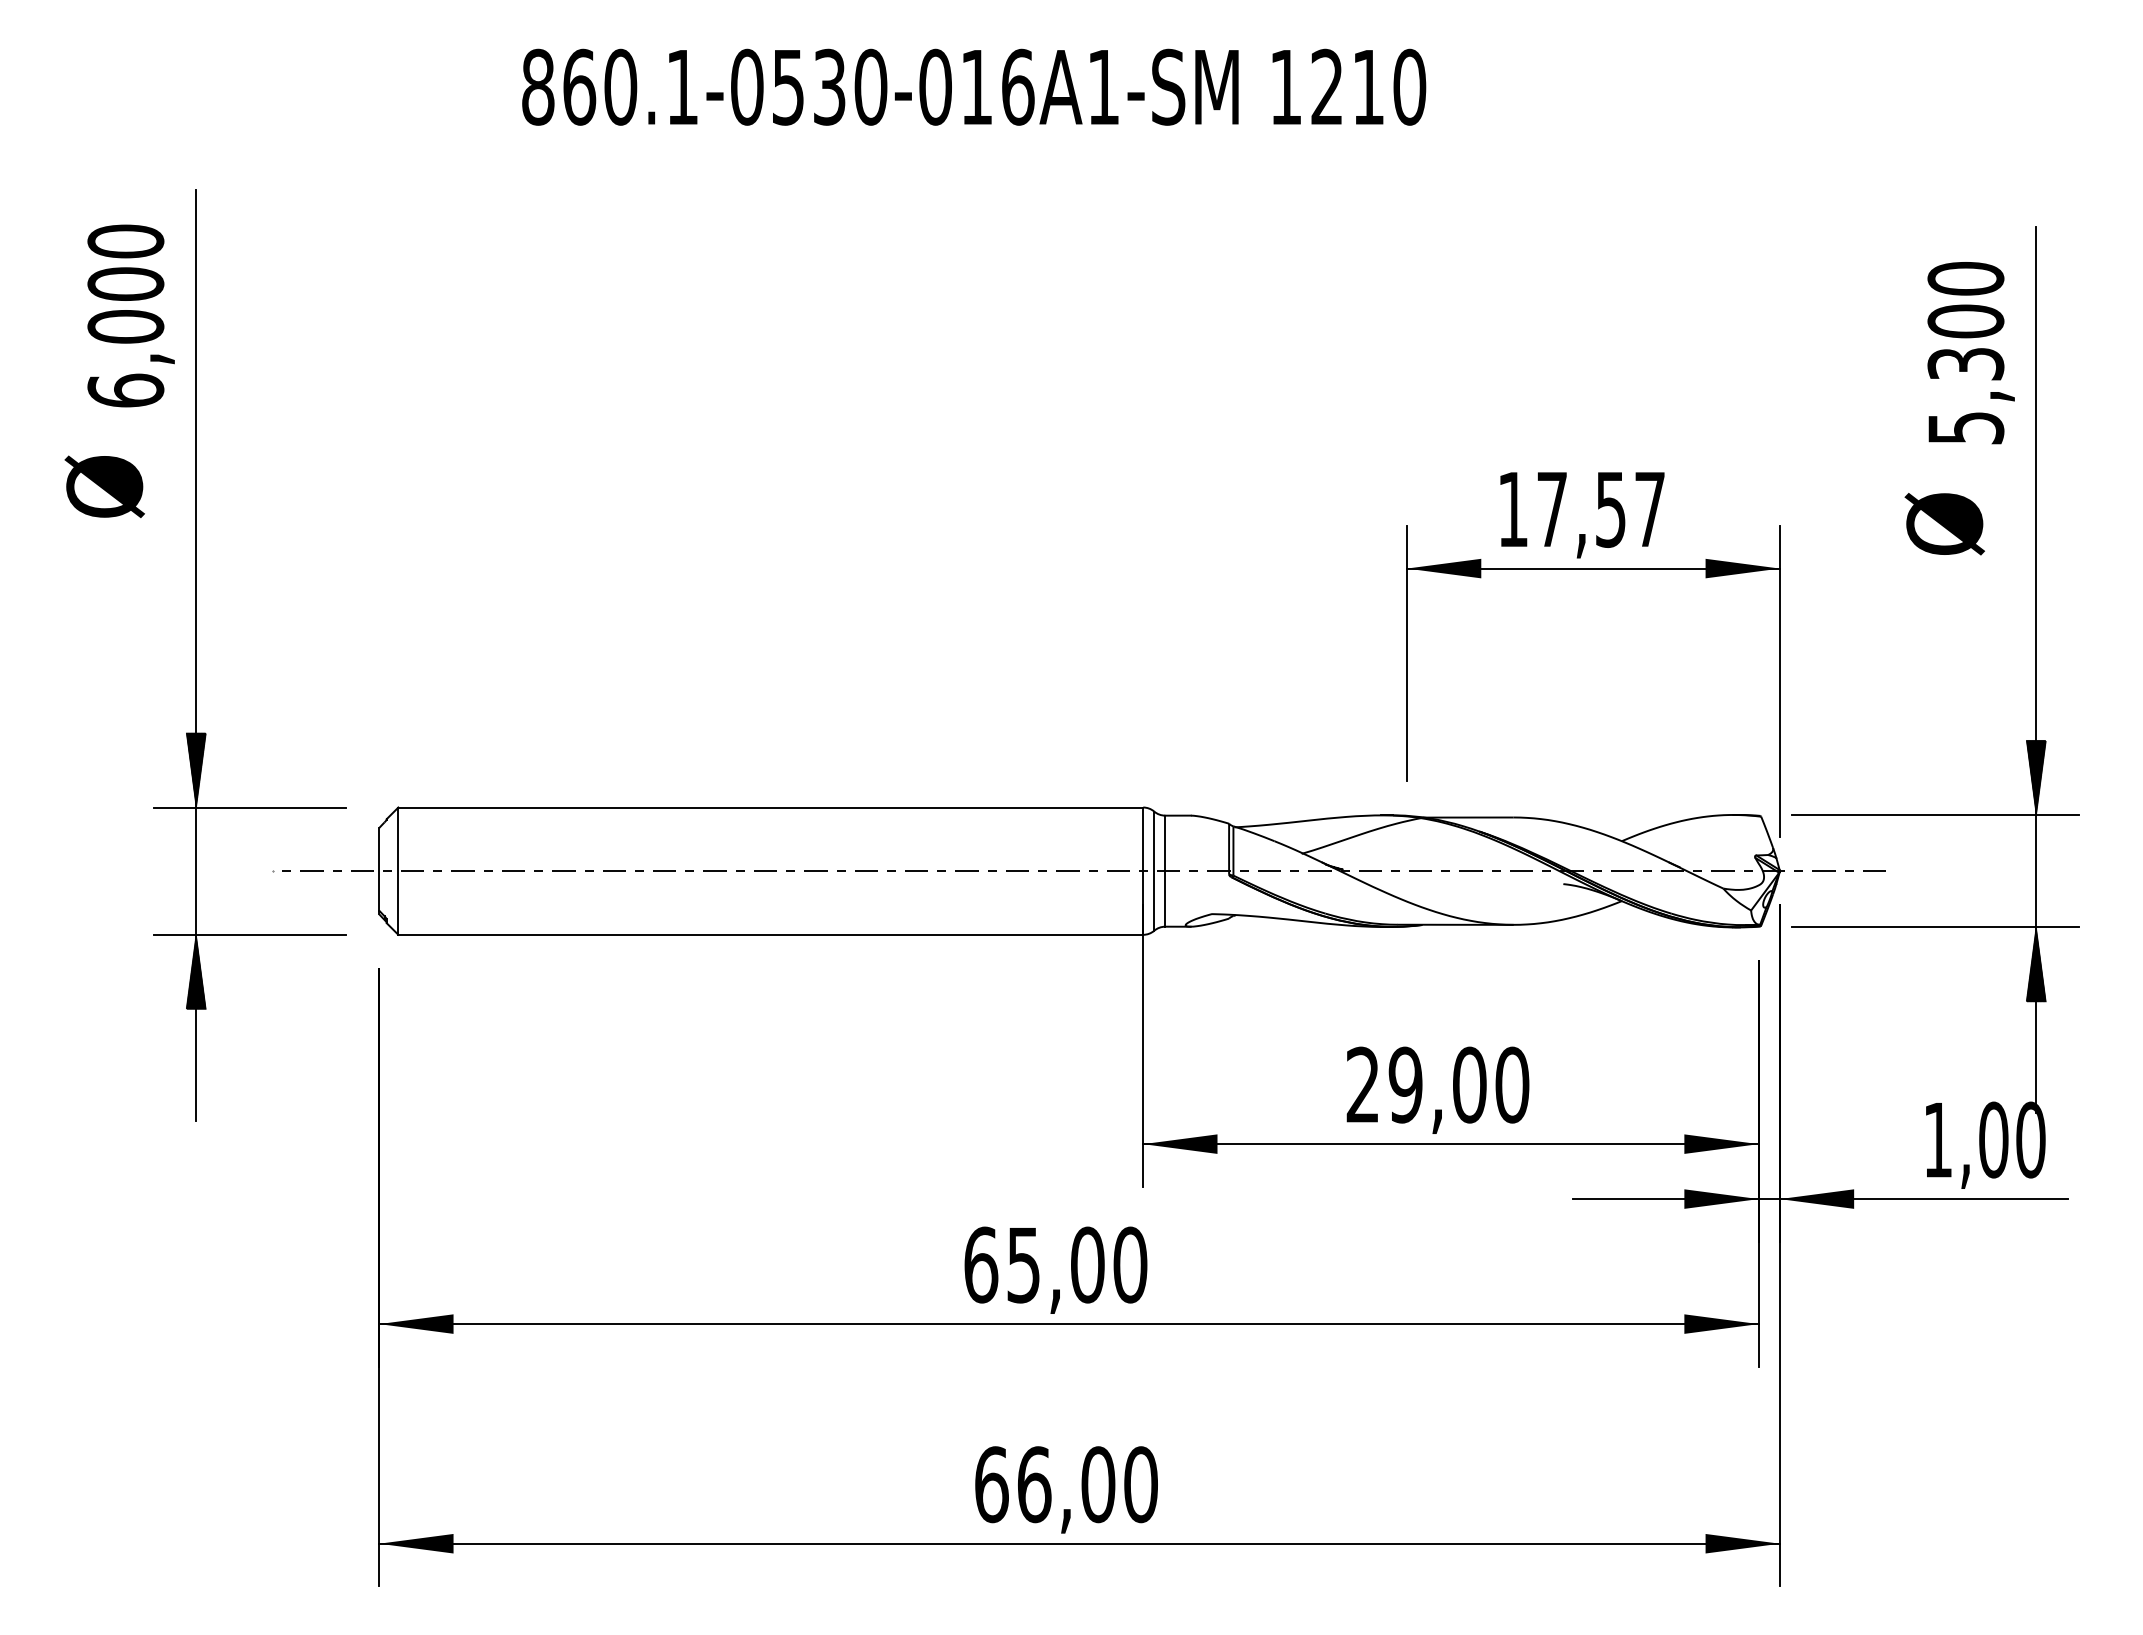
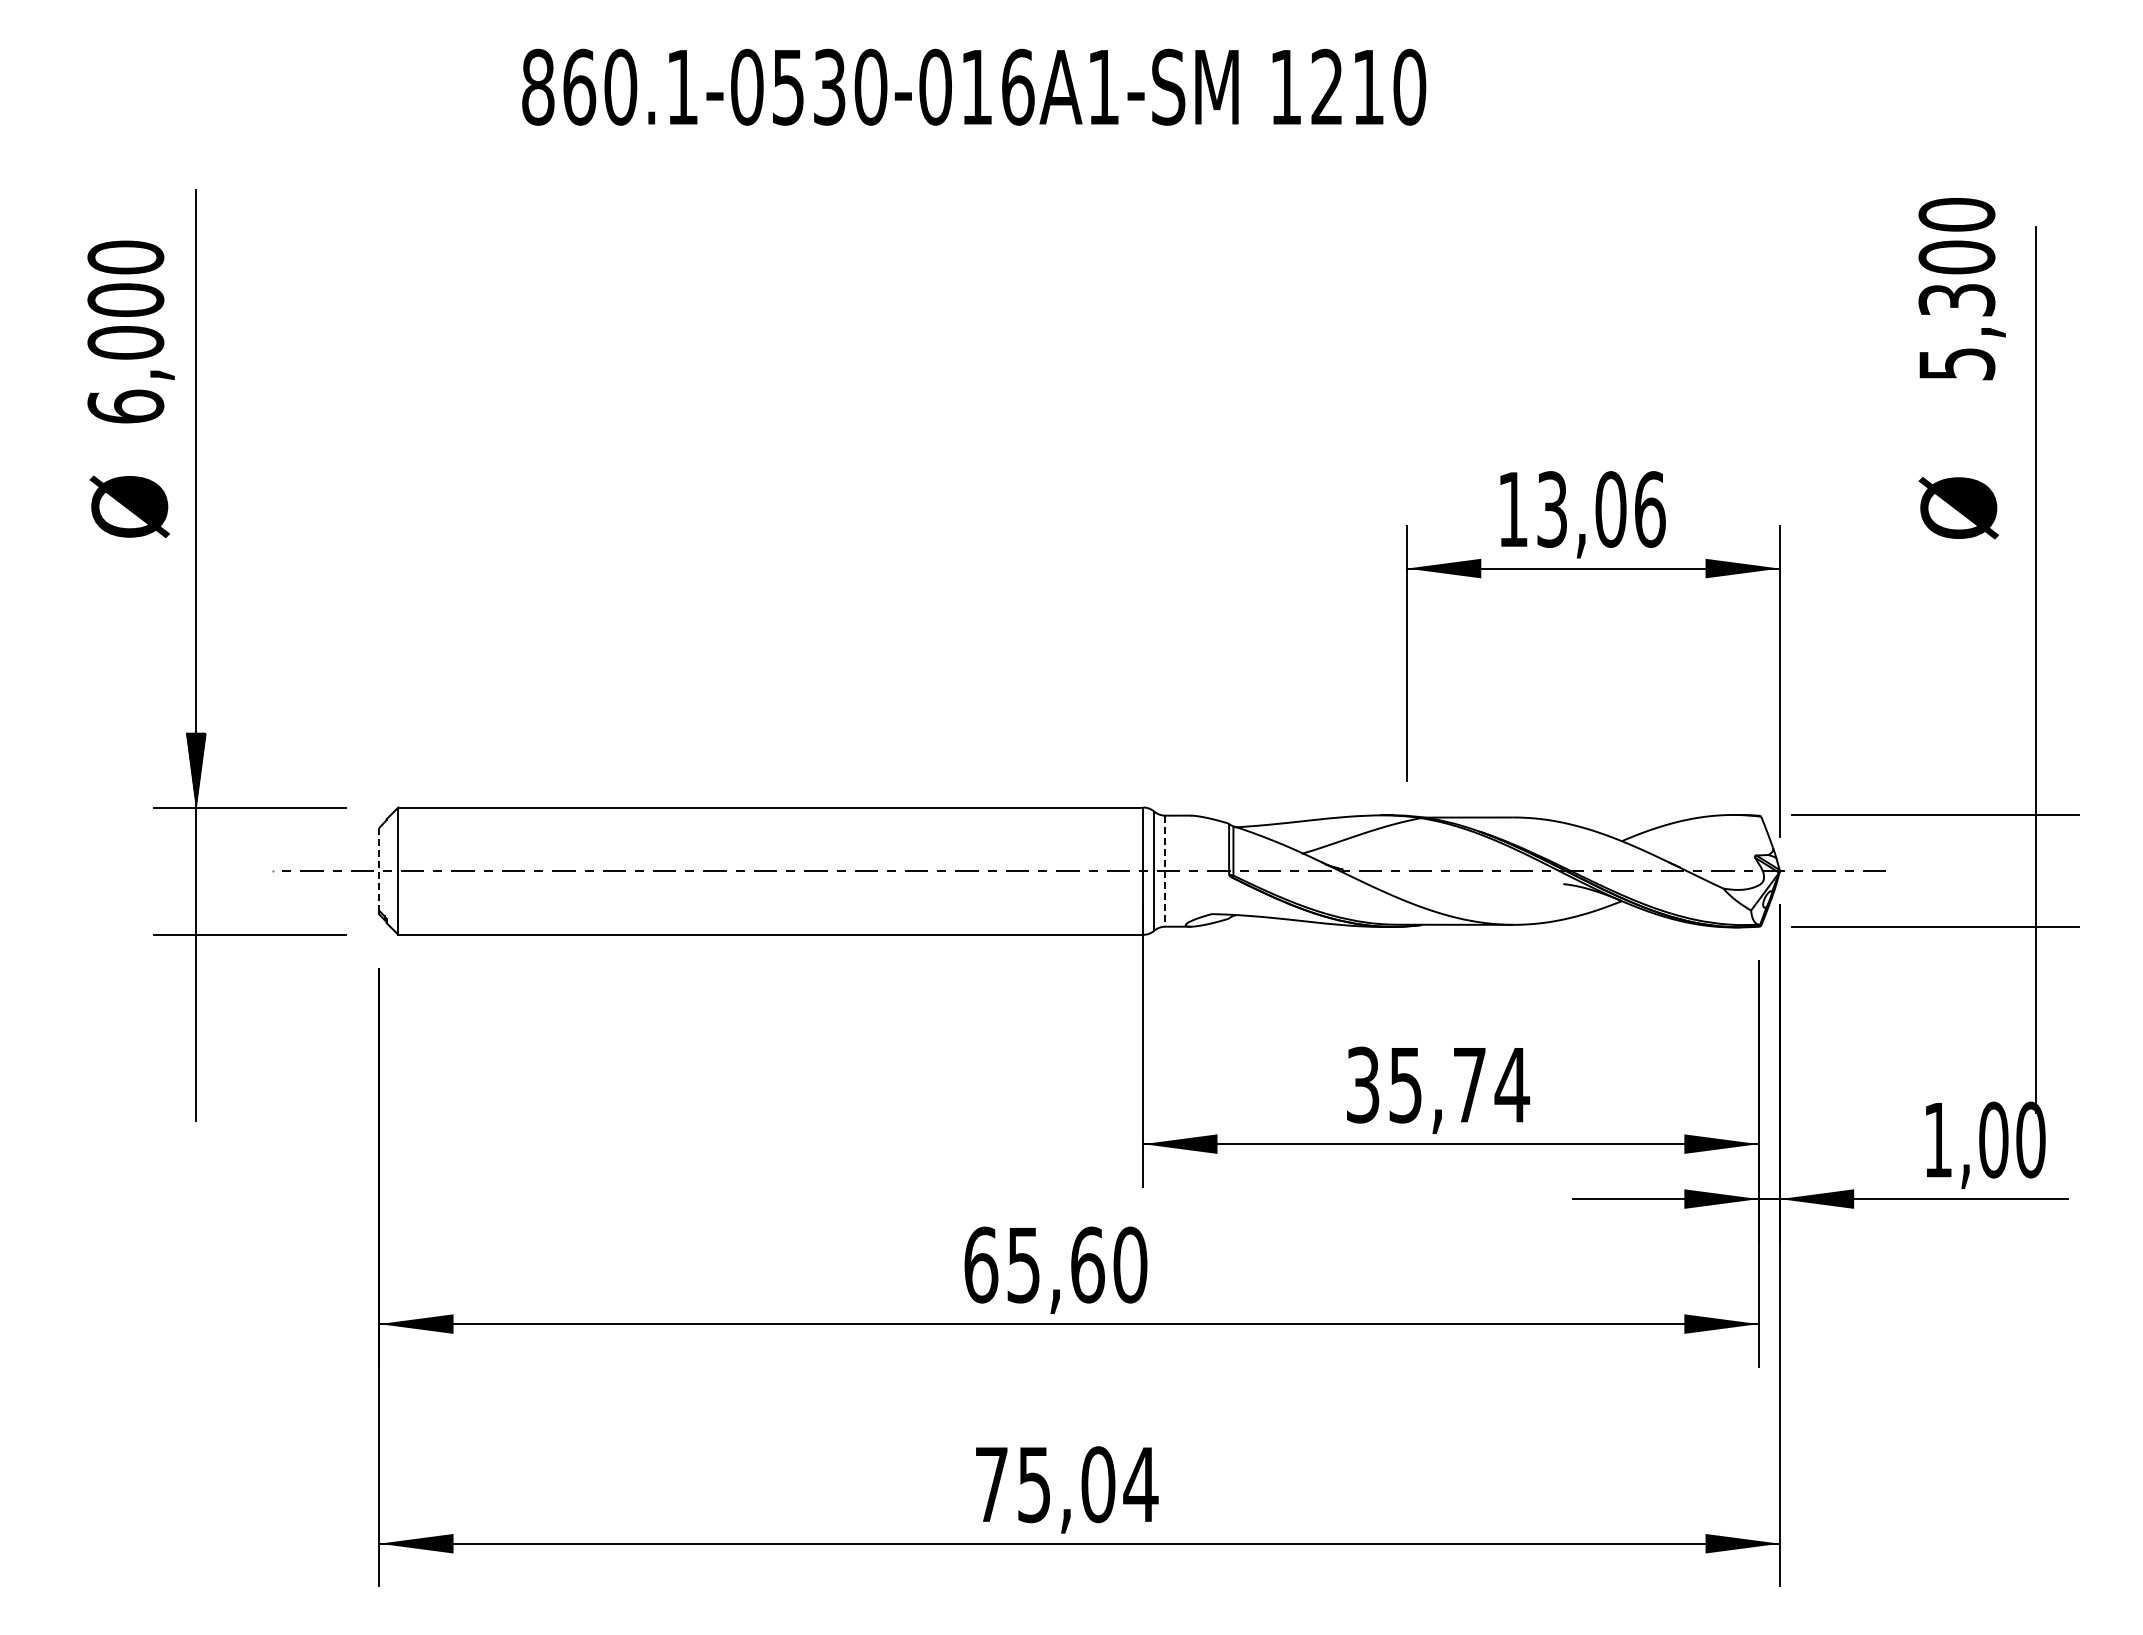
text at (130, 315) position: (130, 315) -> (130, 331)
text at (1970, 353) position: (1970, 353) -> (1961, 289)
text at (104, 486) position: (104, 486) -> (129, 506)
text at (1601, 509): 17,57 -> 13,06
text at (1944, 524) position: (1944, 524) -> (1958, 508)
hatch at (2035, 777): present -> none
line at (379, 869): solid -> dashed
line at (1165, 871): solid -> dashed
hatch at (2036, 964): present -> none
hatch at (196, 971): present -> none
text at (1438, 1084): 29,00 -> 35,74
text at (1087, 1264): 65,00 -> 65,60
text at (1066, 1484): 66,00 -> 75,04
